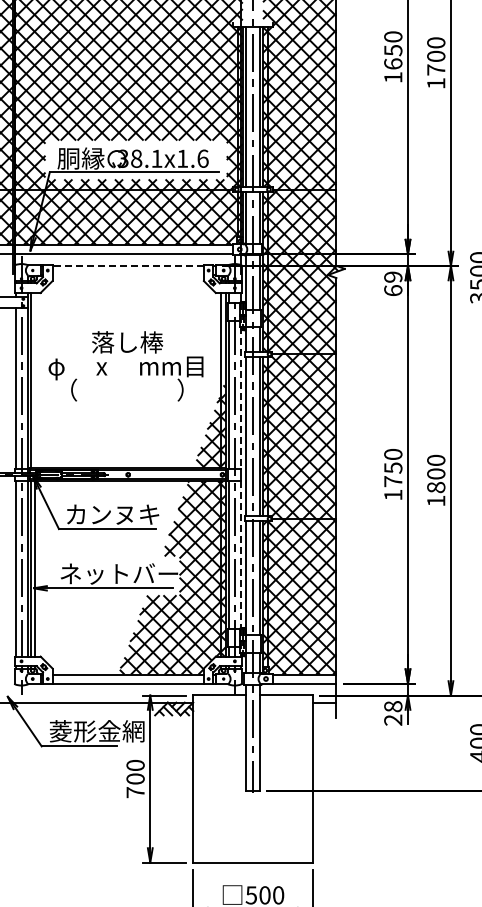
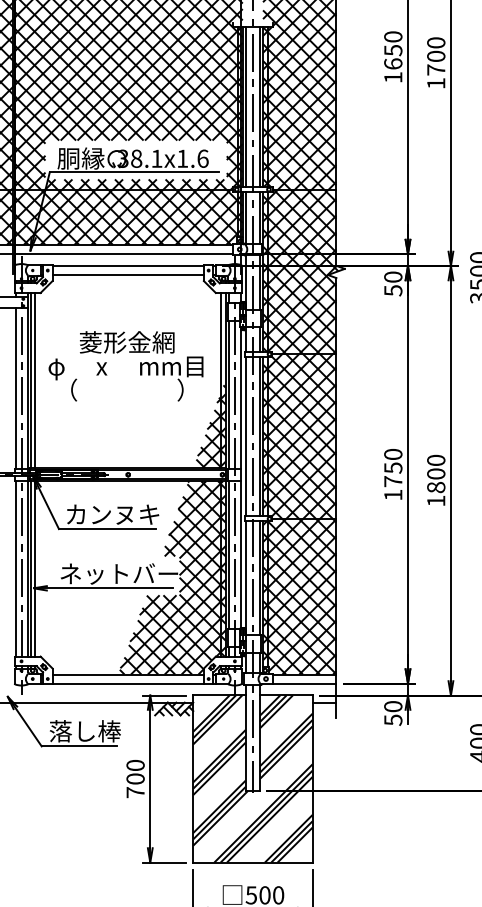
line at (128, 266): dashed -> solid
line at (127, 275): none -> present
text at (393, 283): 69 -> 50
text at (126, 342): 落し棒 -> 菱形金網
line at (35, 380): none -> present
line at (240, 398): dashed -> solid
line at (240, 554): dashed -> solid
text at (393, 713): 28 -> 50
text at (96, 731): 菱形金網 -> 落し棒
hatch at (252, 778): none -> present
